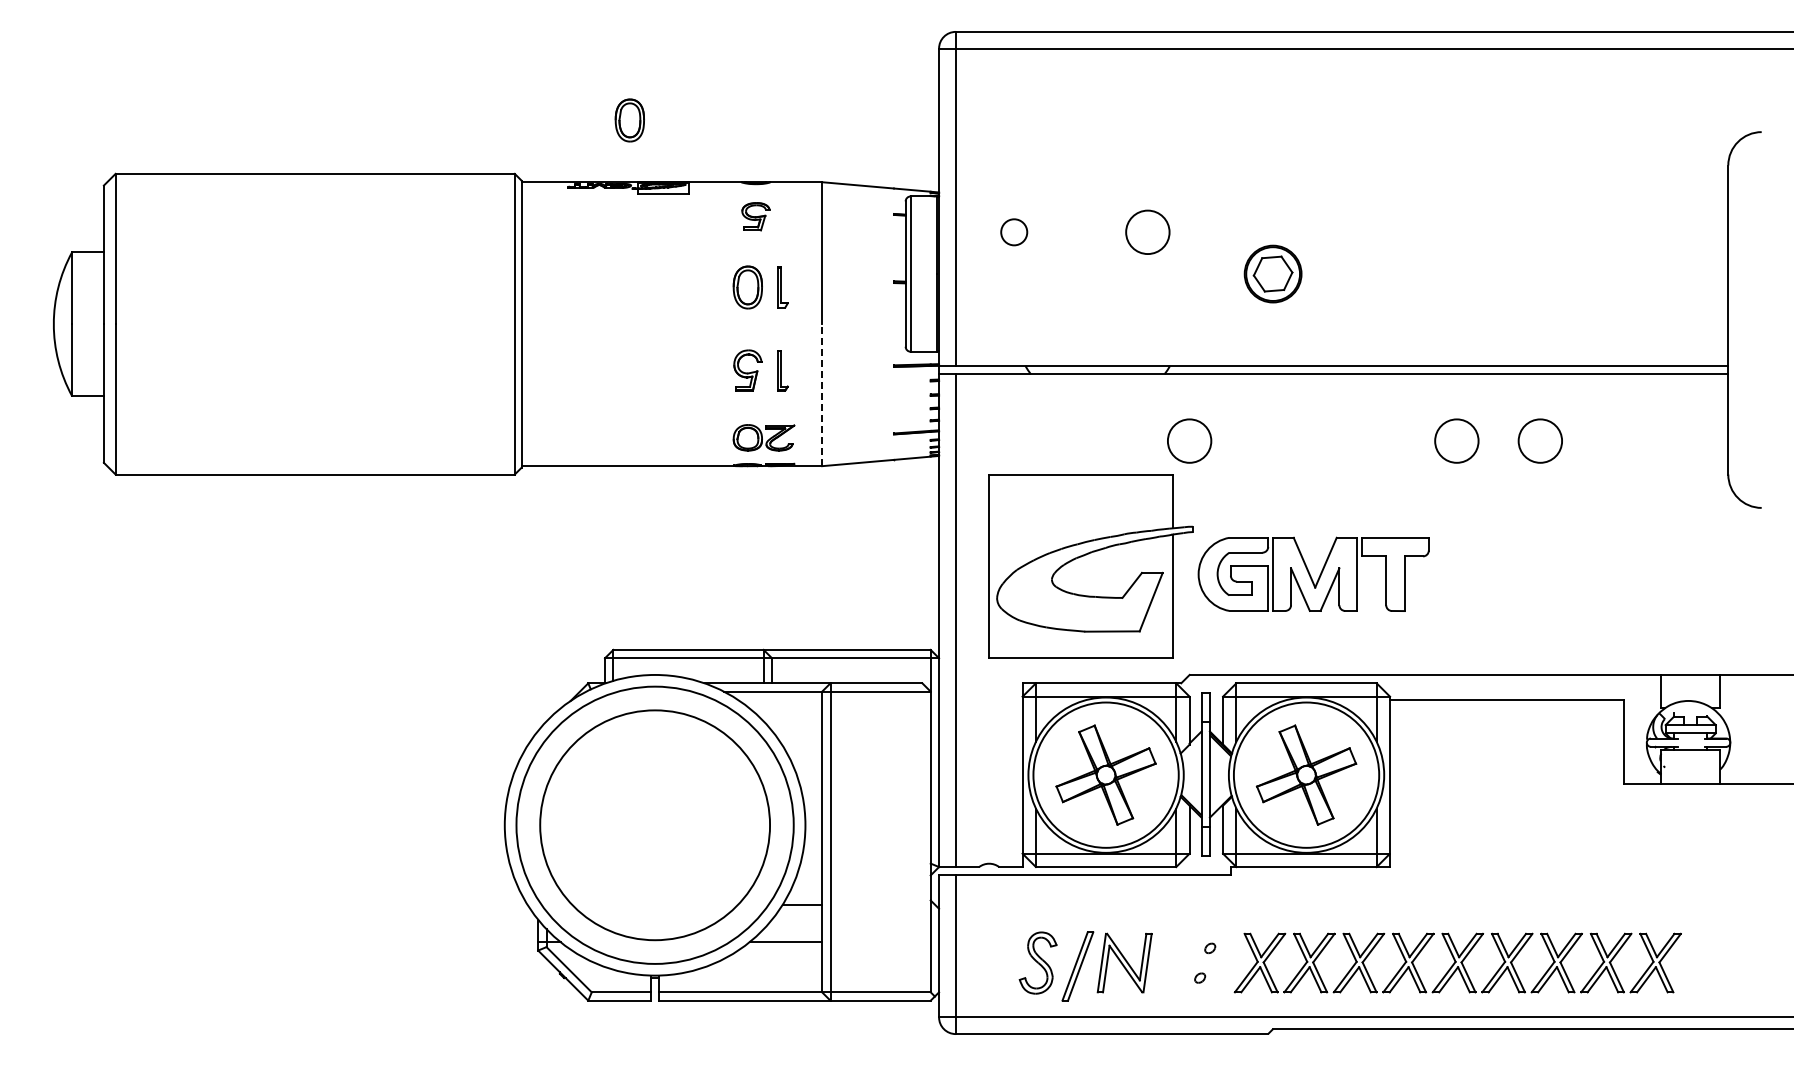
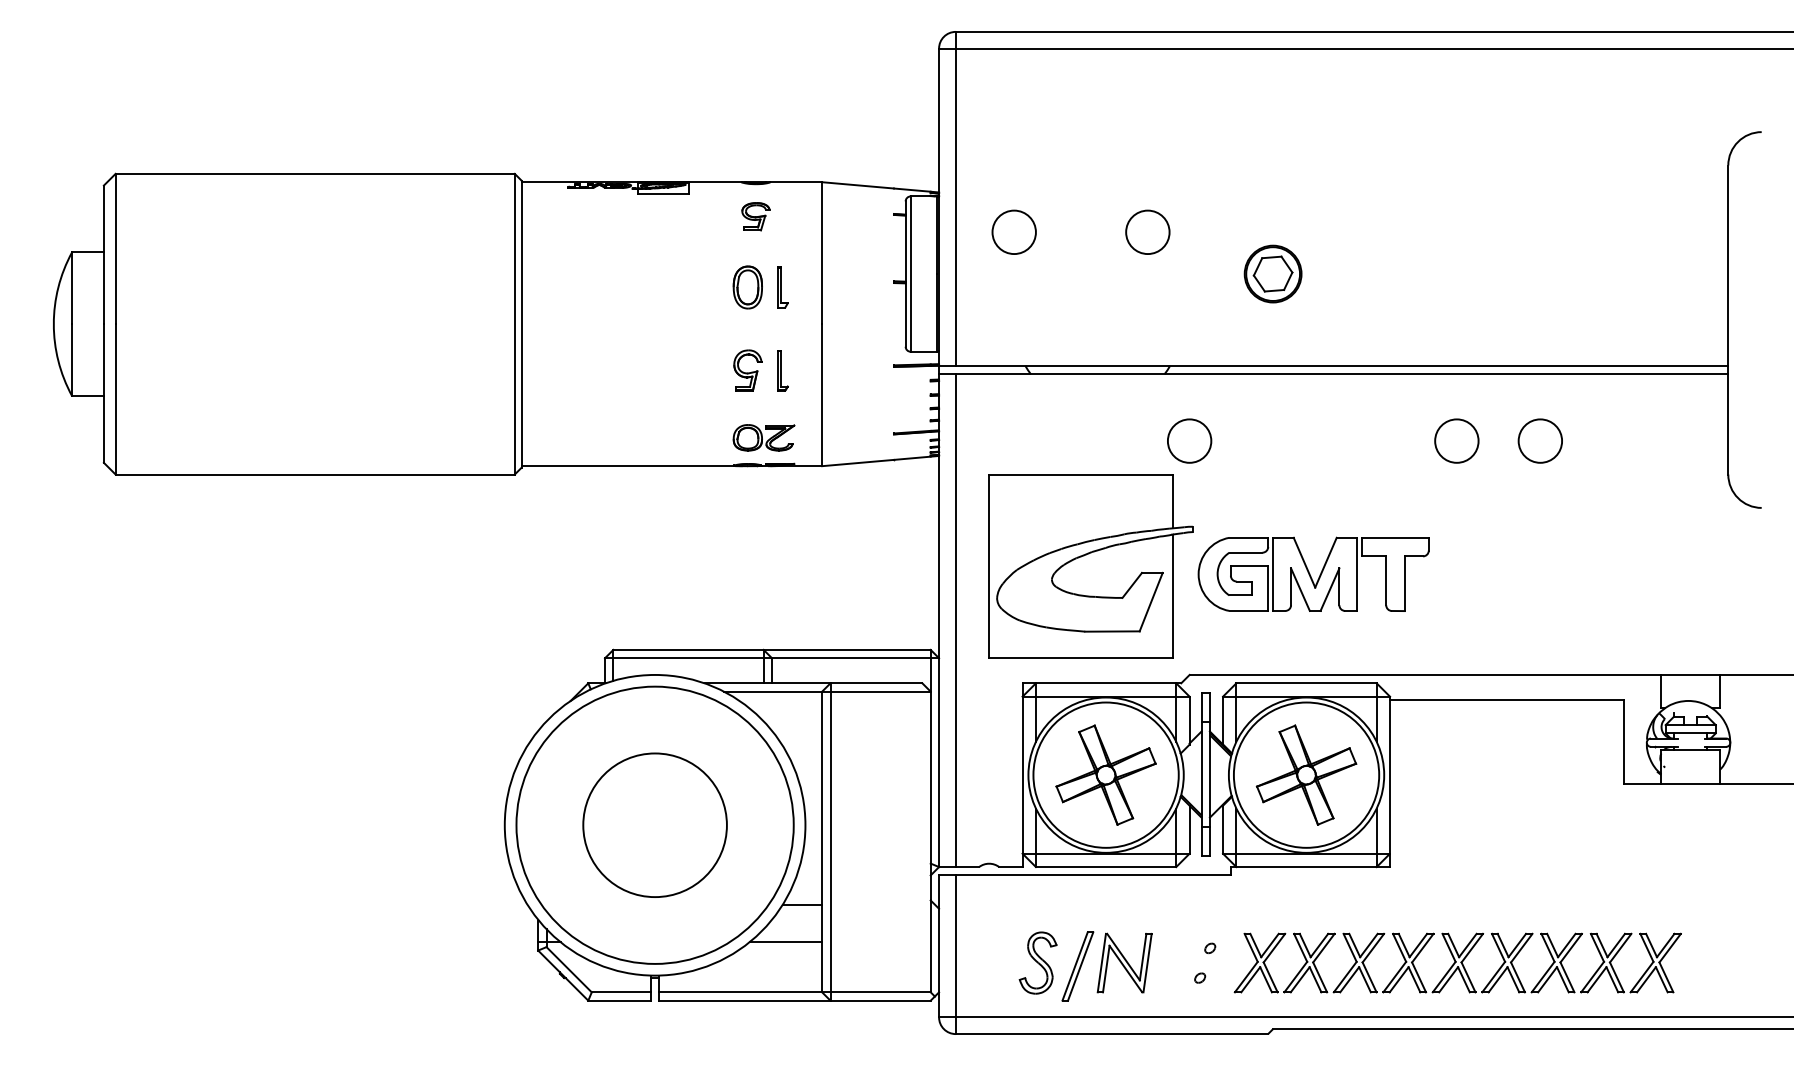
part at (629, 120): present -> none
circle at (1014, 232) diameter: 26 px -> 43 px
line at (822, 395): dashed -> solid
circle at (655, 825) diameter: 230 px -> 144 px
